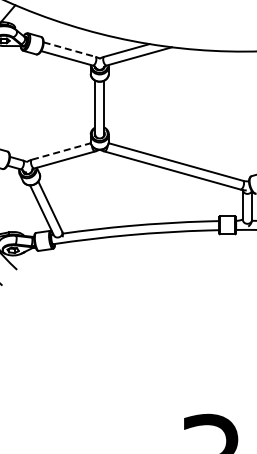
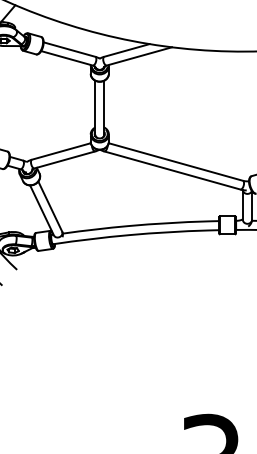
line at (69, 49): dashed -> solid
line at (61, 151): dashed -> solid
